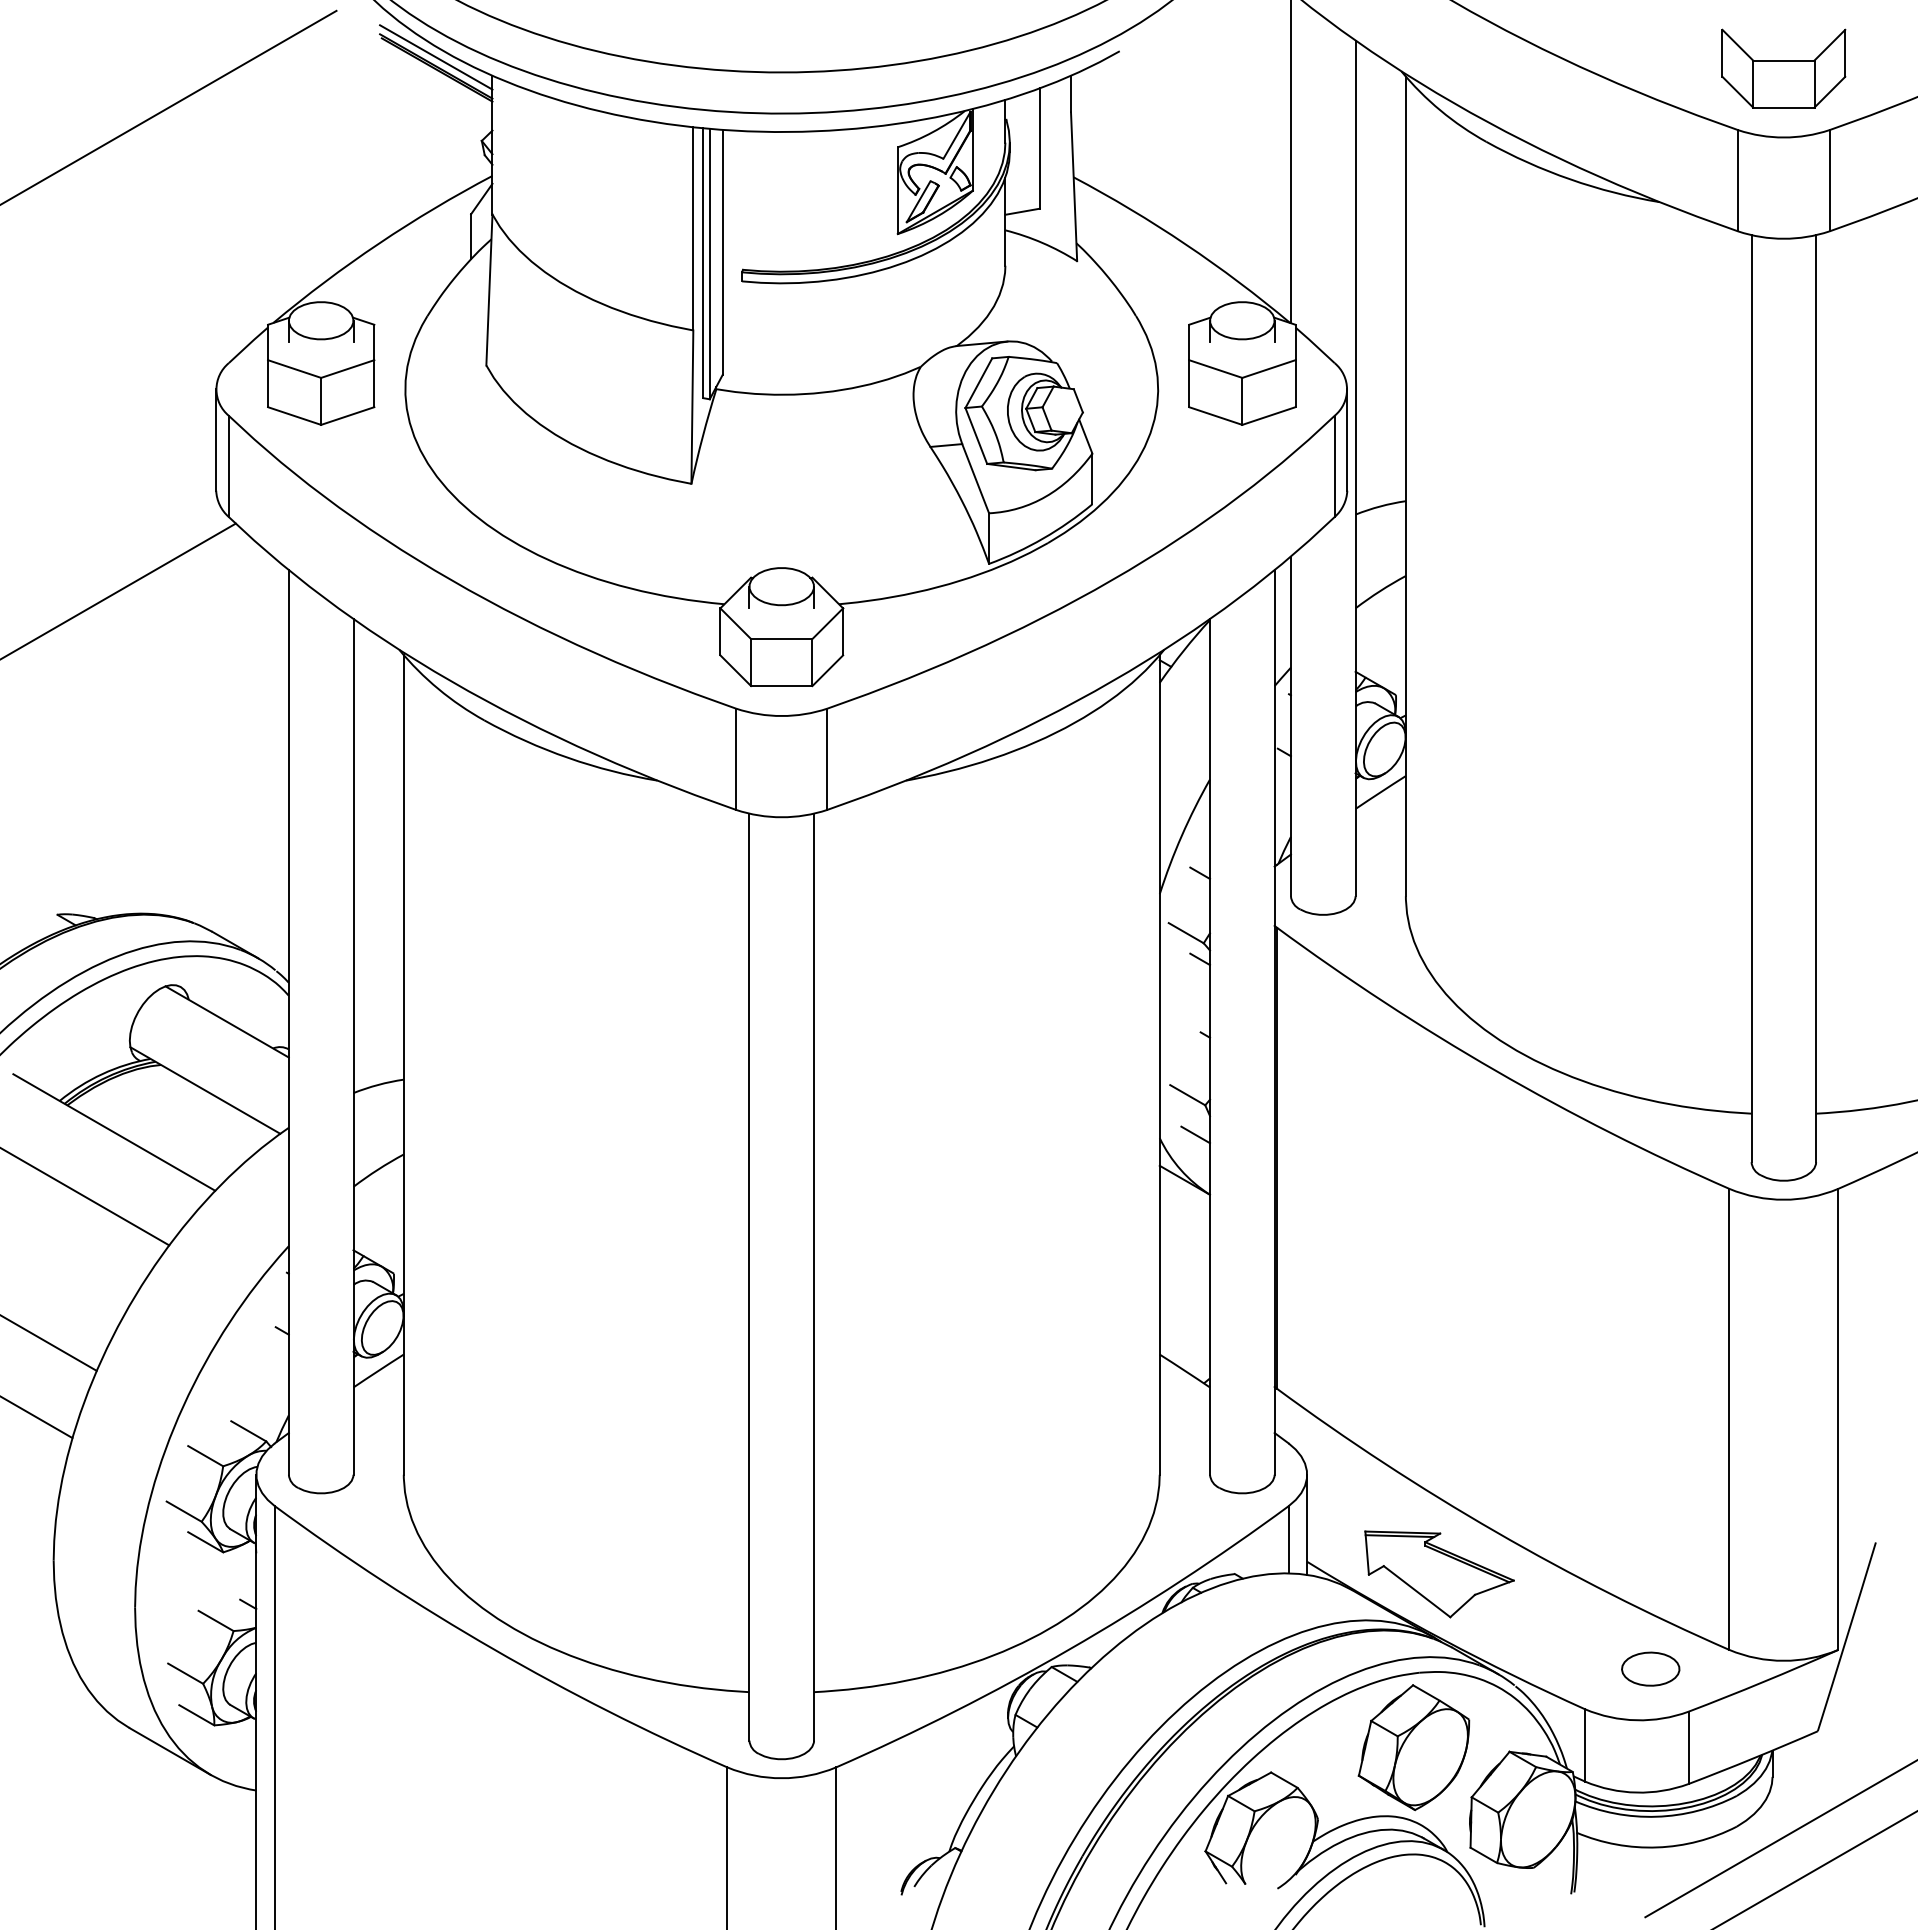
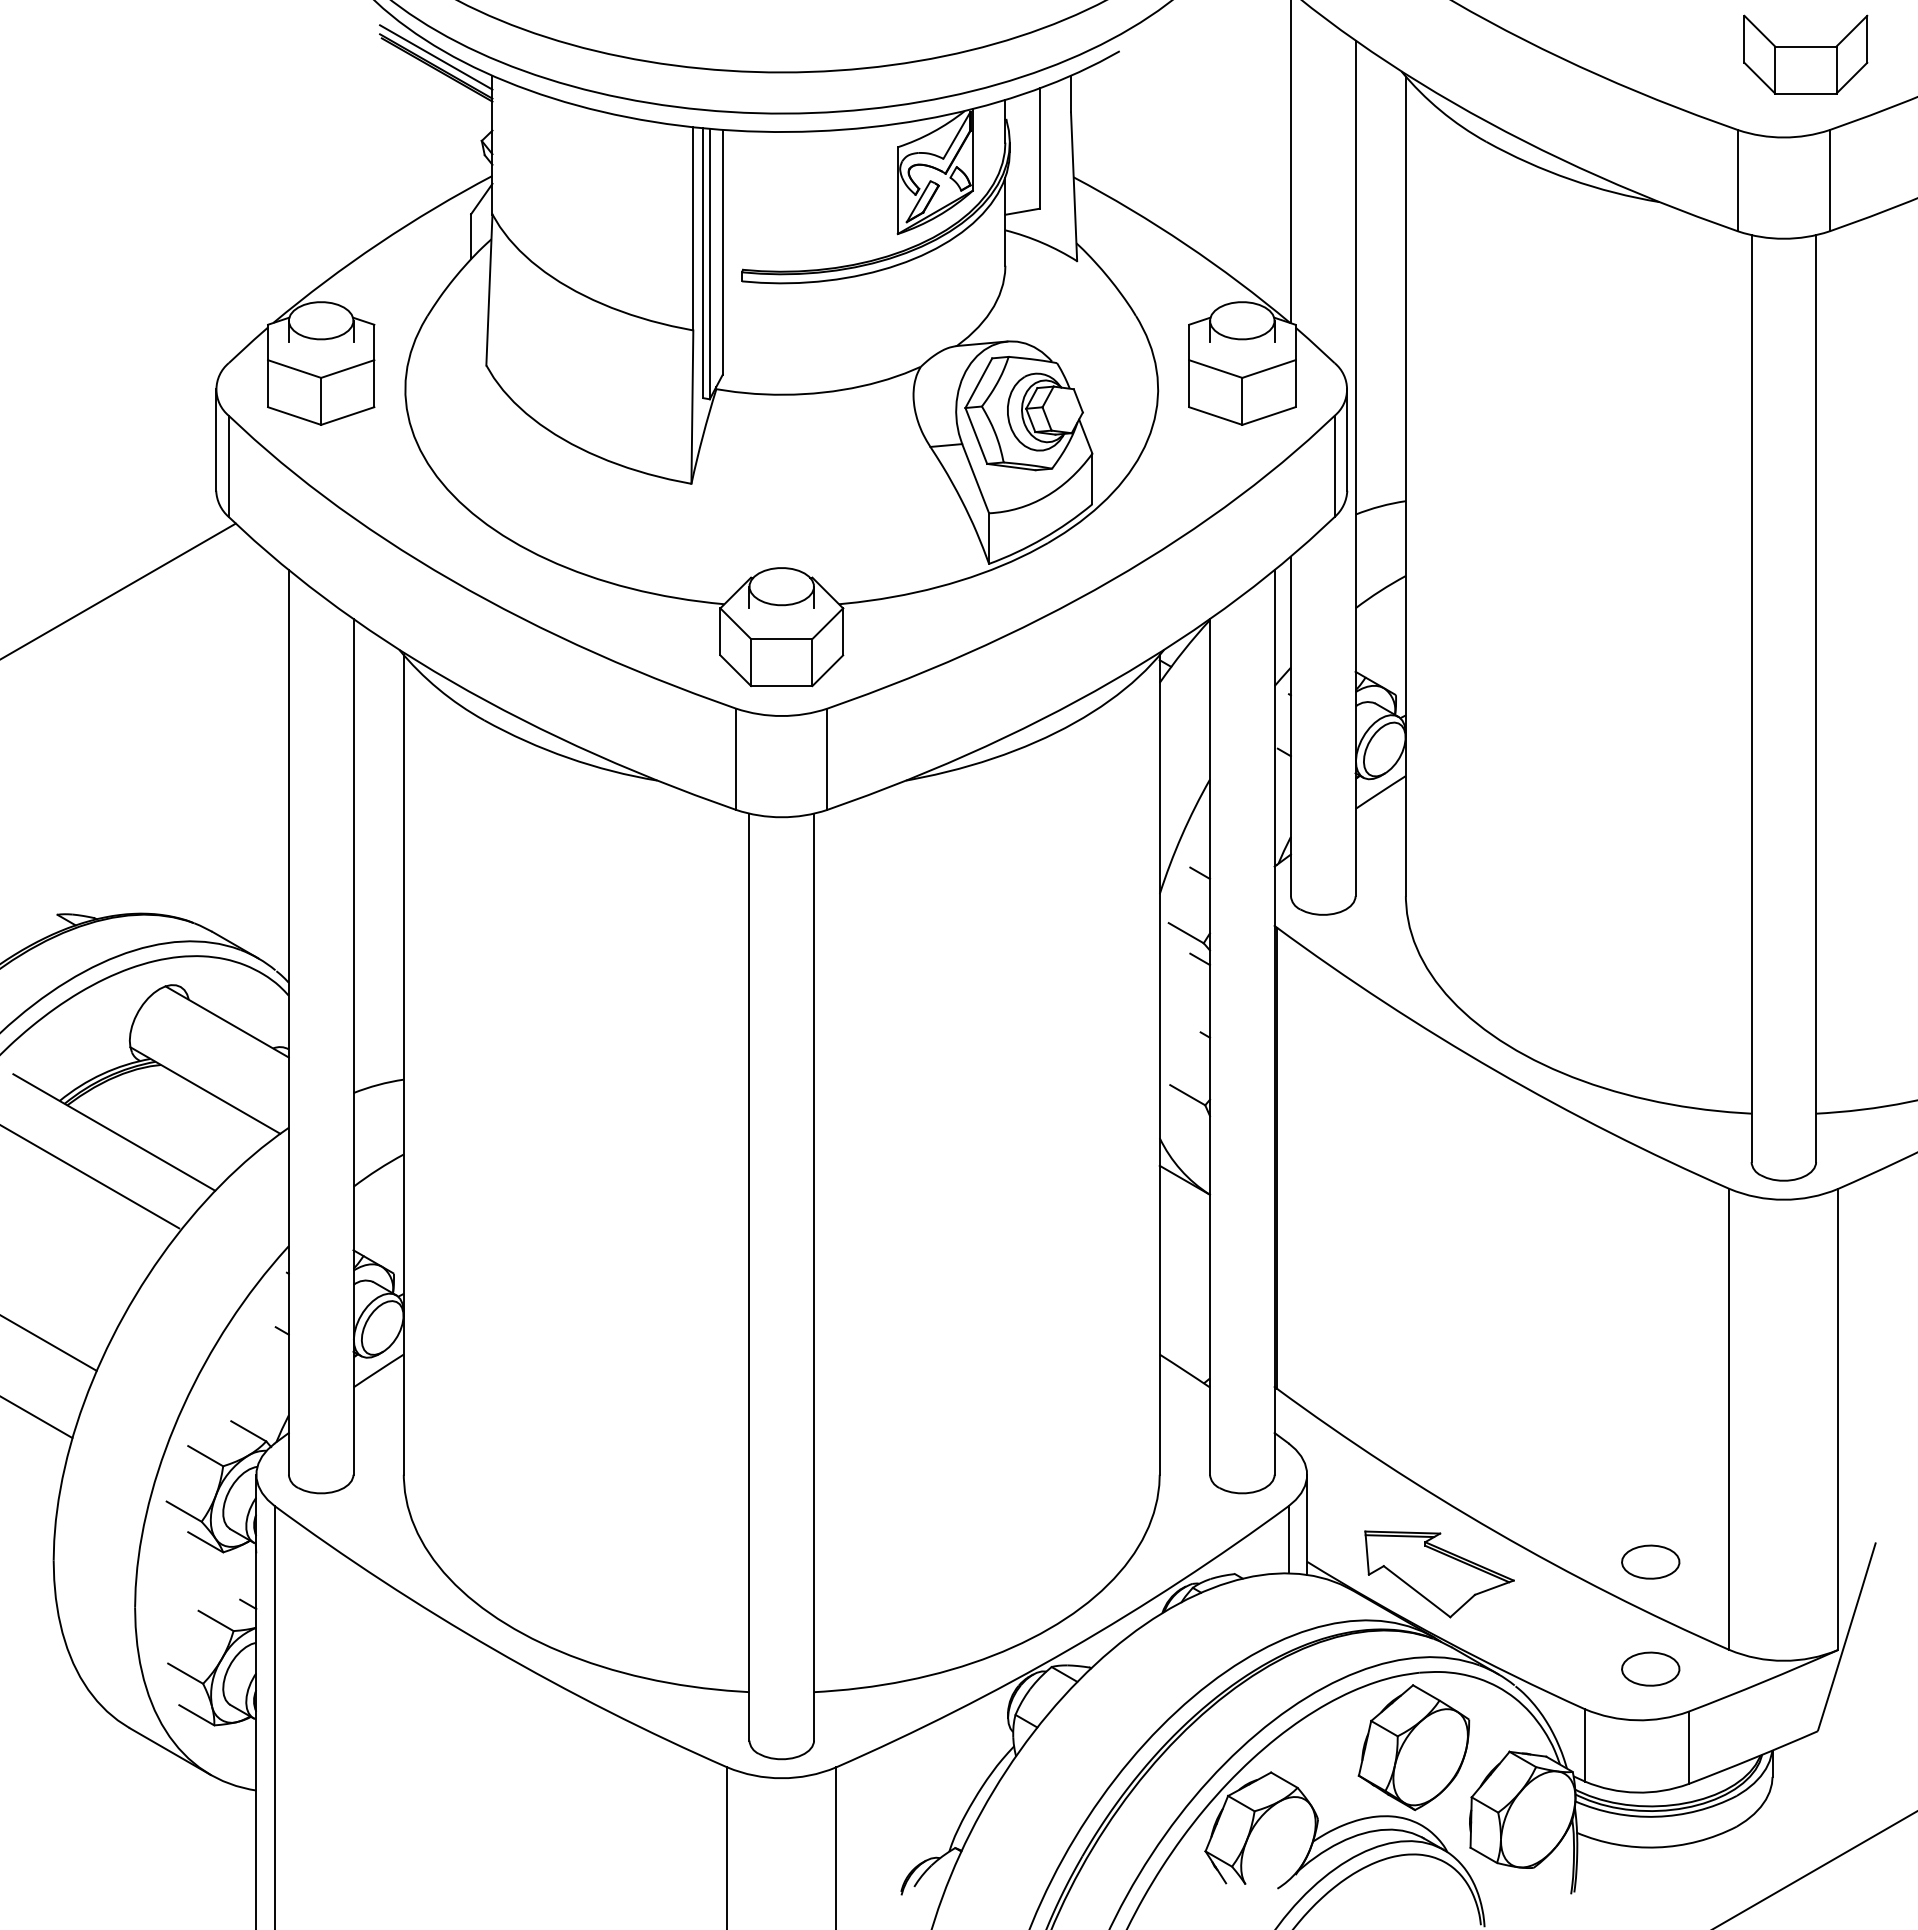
part at (1783, 68) position: (1783, 68) -> (1805, 54)
line at (169, 106): present -> none
line at (1195, 1134): present -> none
line at (85, 1197) position: (85, 1197) -> (90, 1177)
part at (1650, 1561): none -> present
line at (1779, 1839): present -> none
